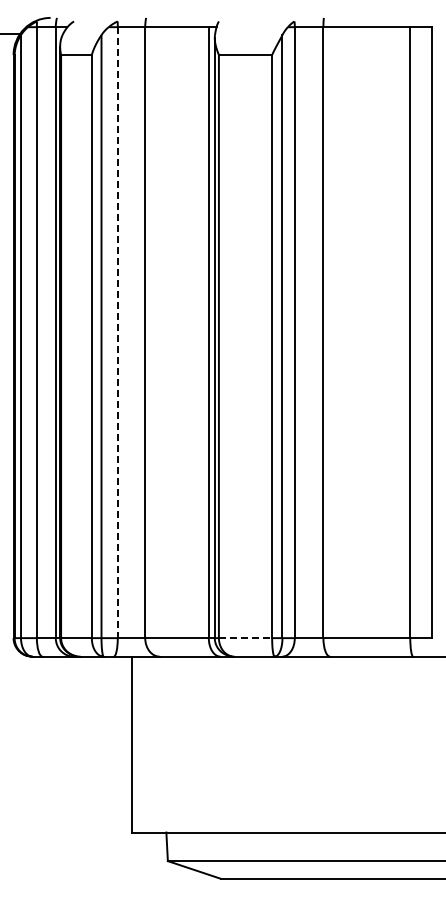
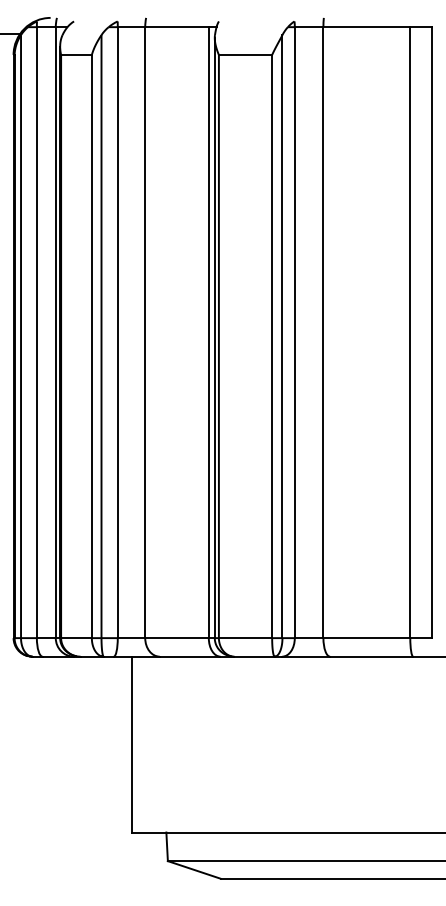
line at (117, 333): dashed -> solid
line at (245, 638): dashed -> solid
